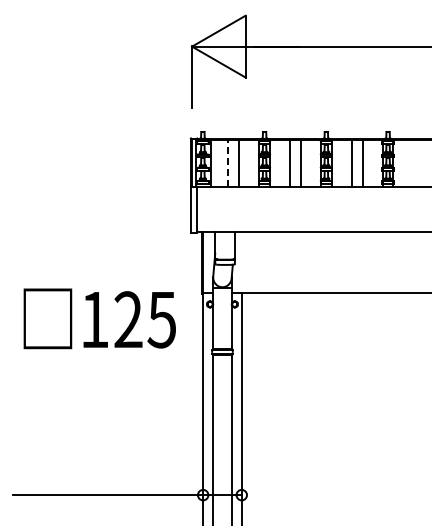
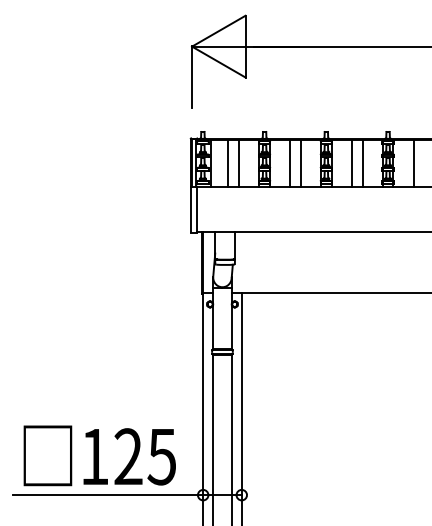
line at (228, 162): dashed -> solid
line at (413, 163): none -> present
text at (99, 318) position: (99, 318) -> (99, 455)
